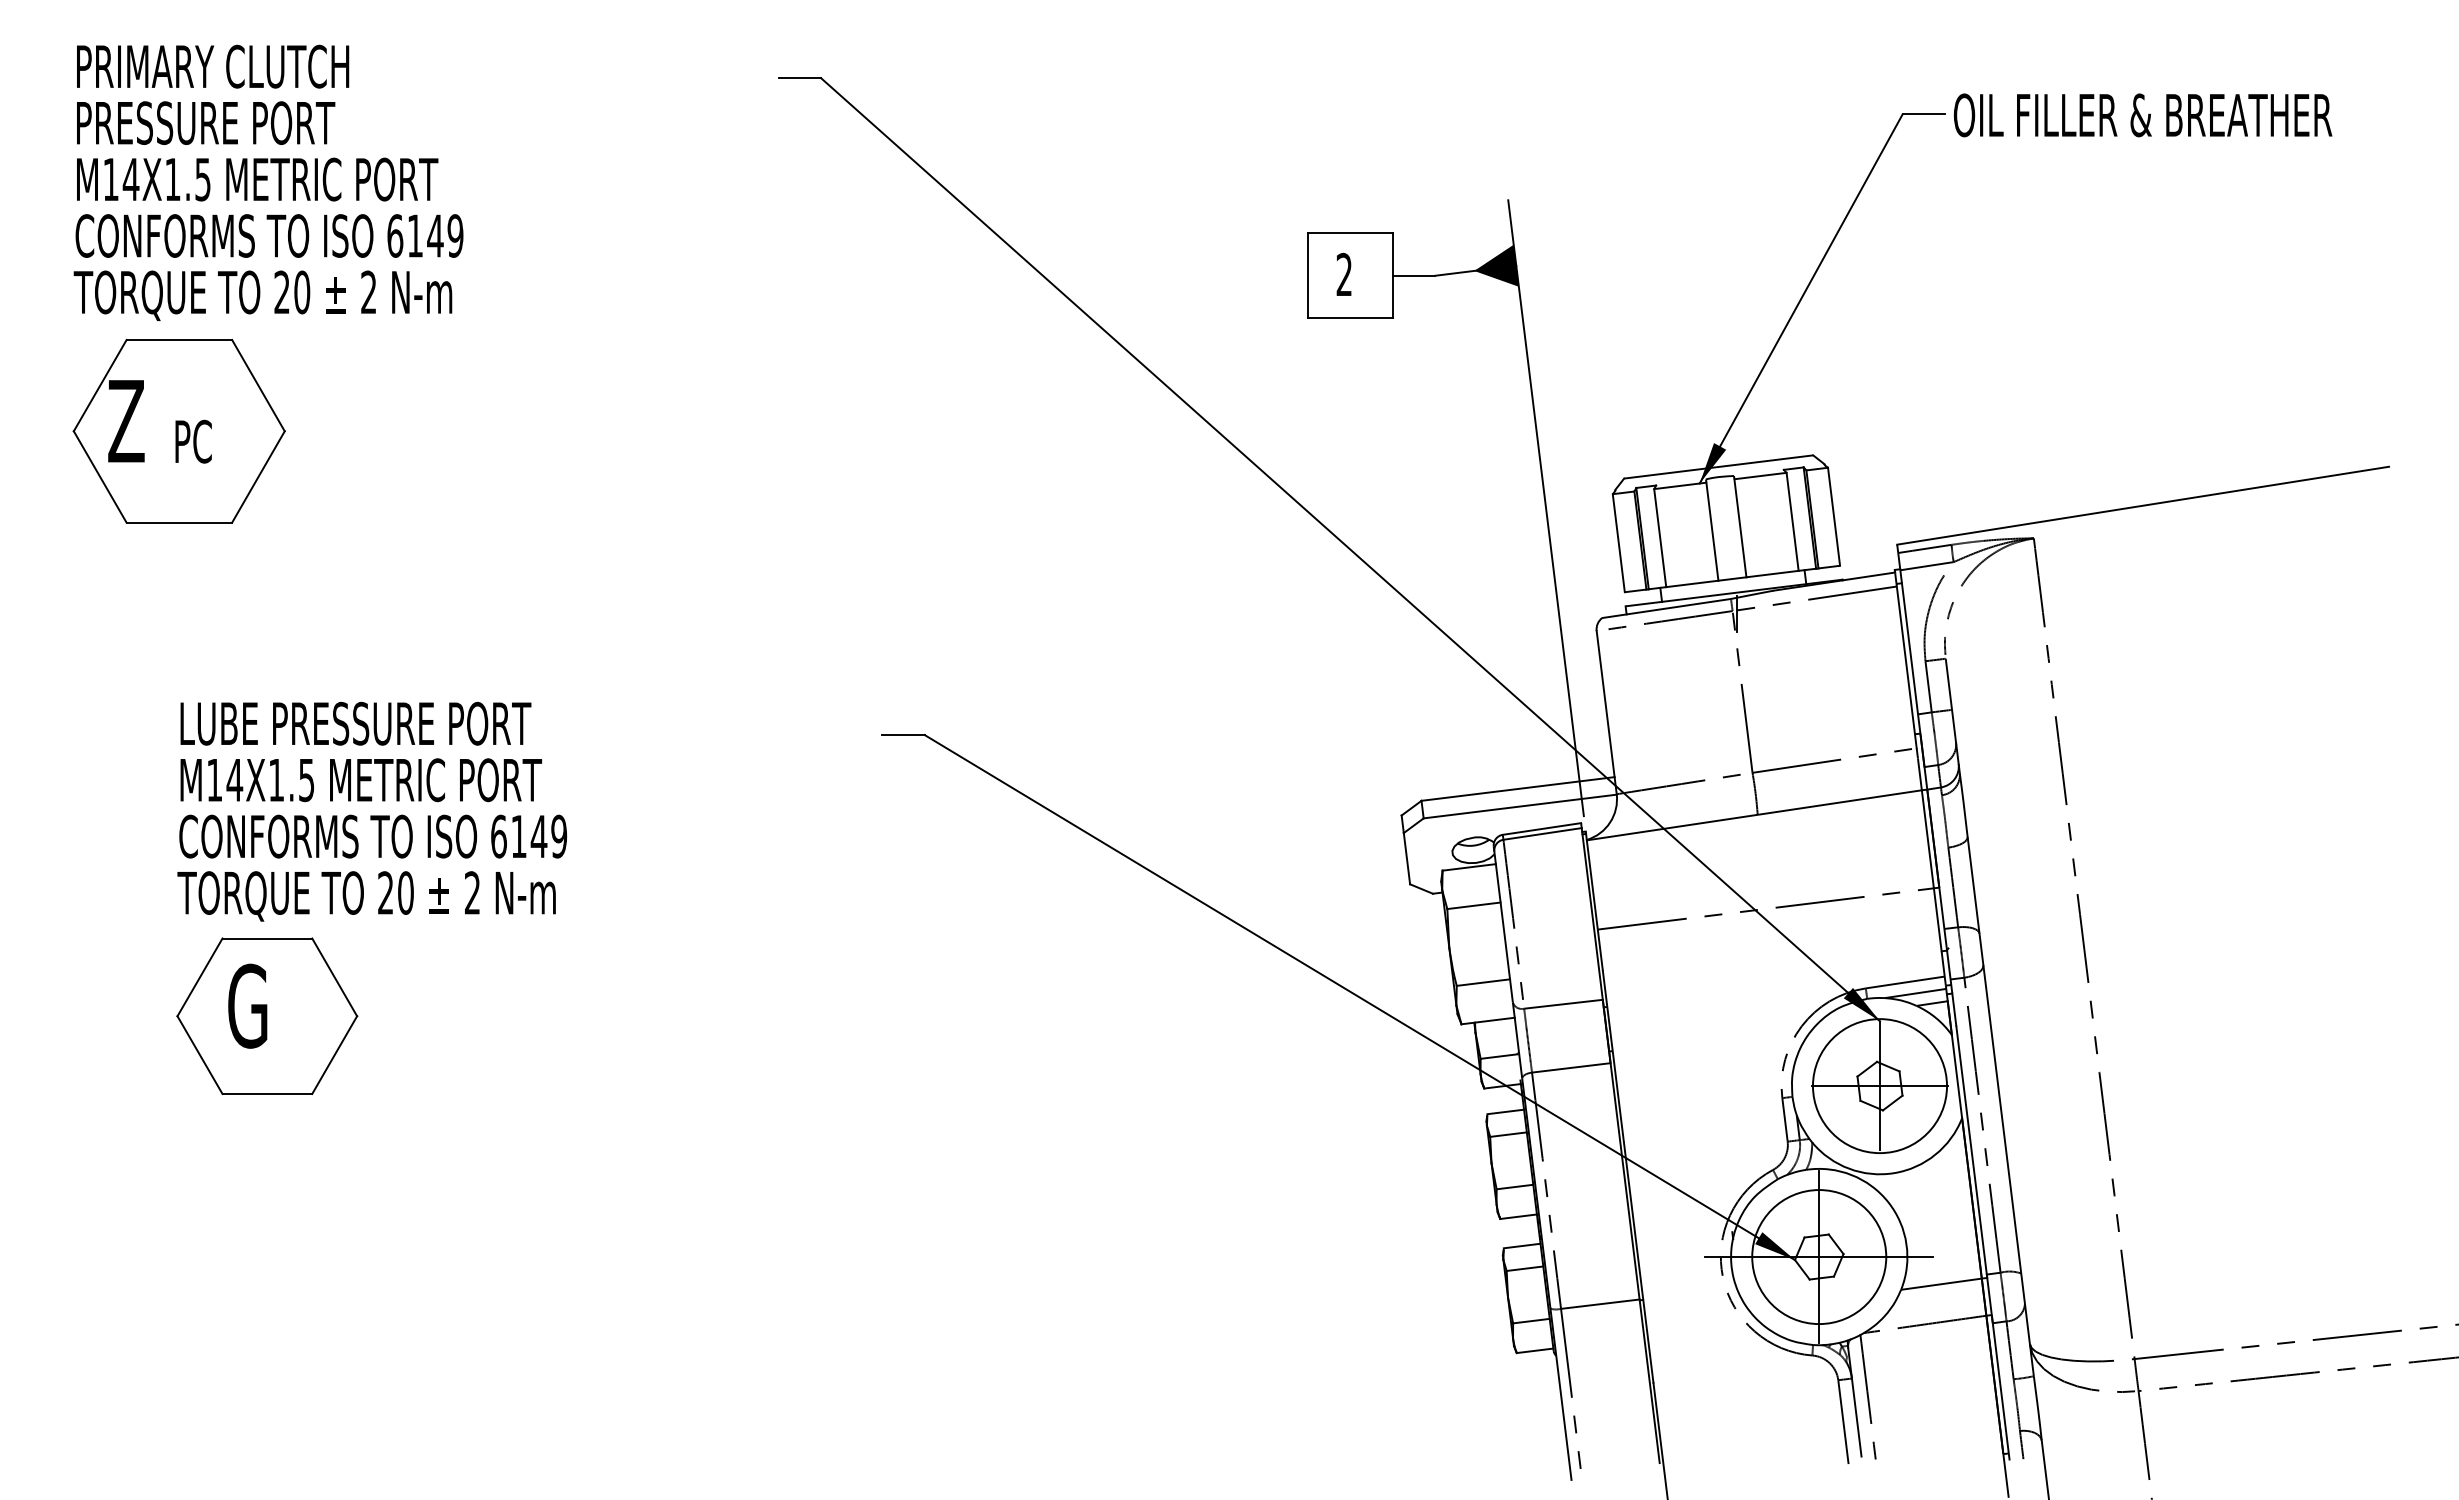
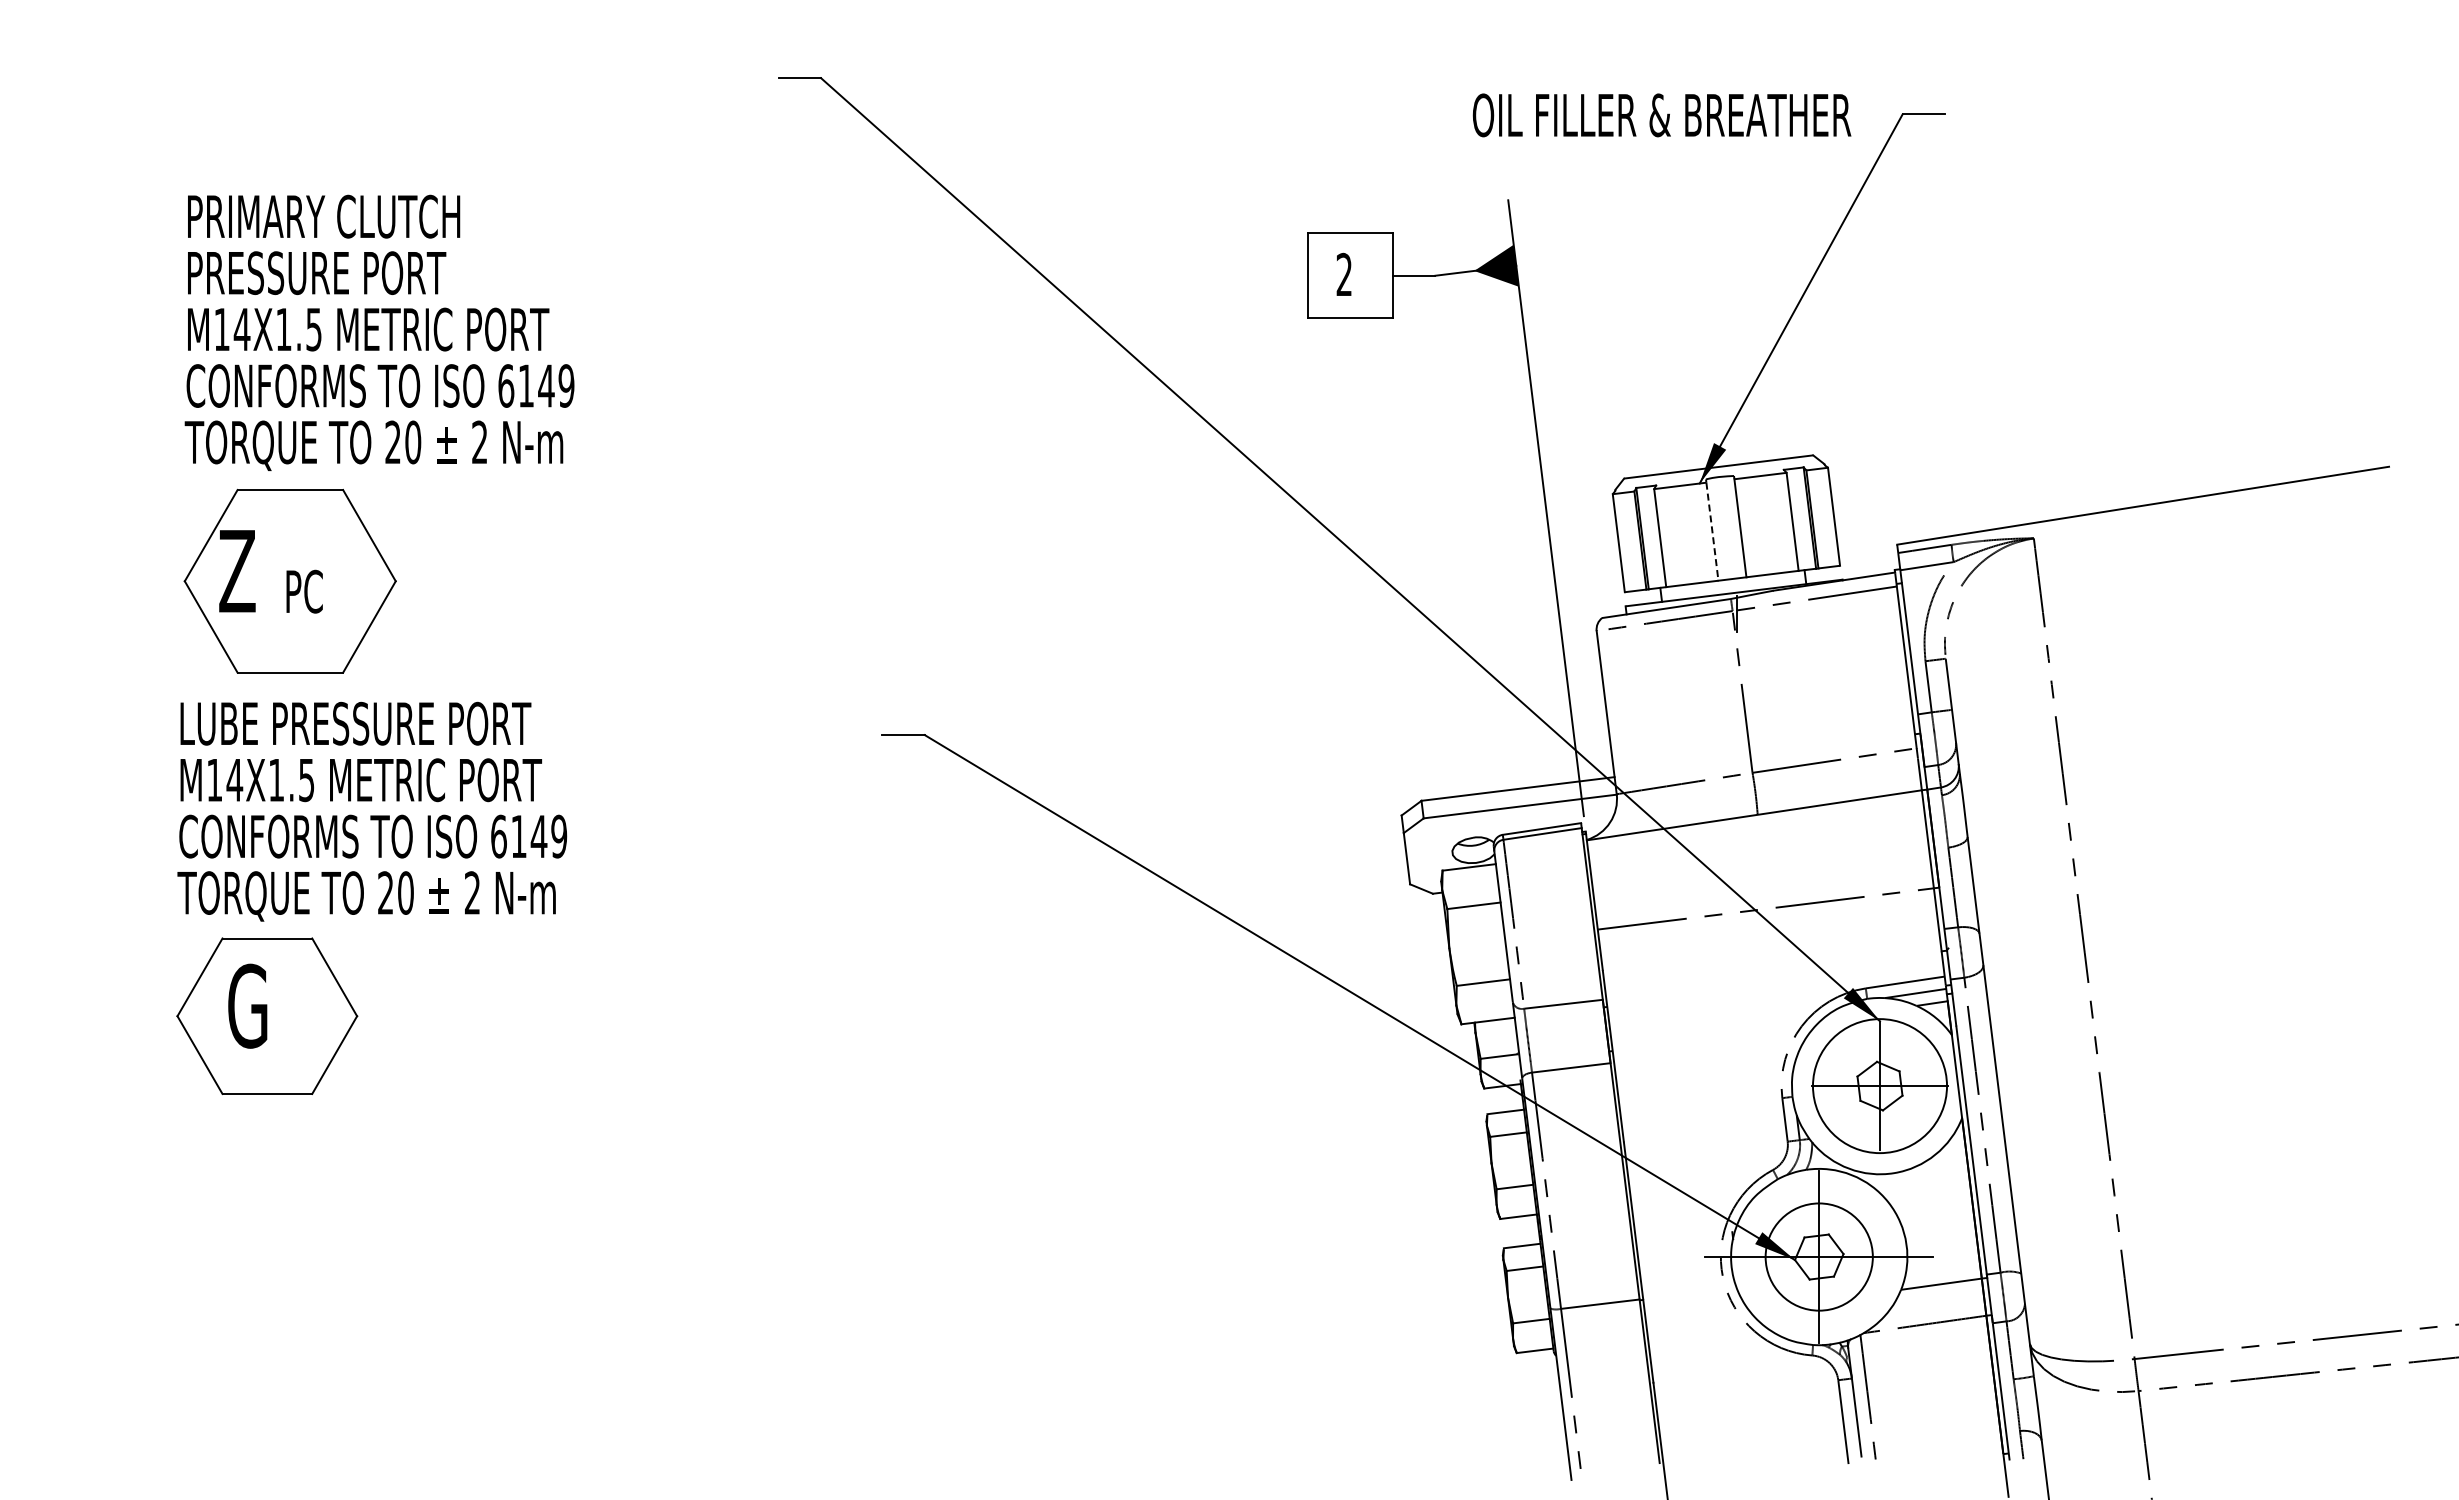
text at (2142, 115) position: (2142, 115) -> (1661, 115)
part at (259, 283) position: (259, 283) -> (370, 433)
line at (1712, 532): solid -> dashed
circle at (1819, 1257) diameter: 134 px -> 107 px
